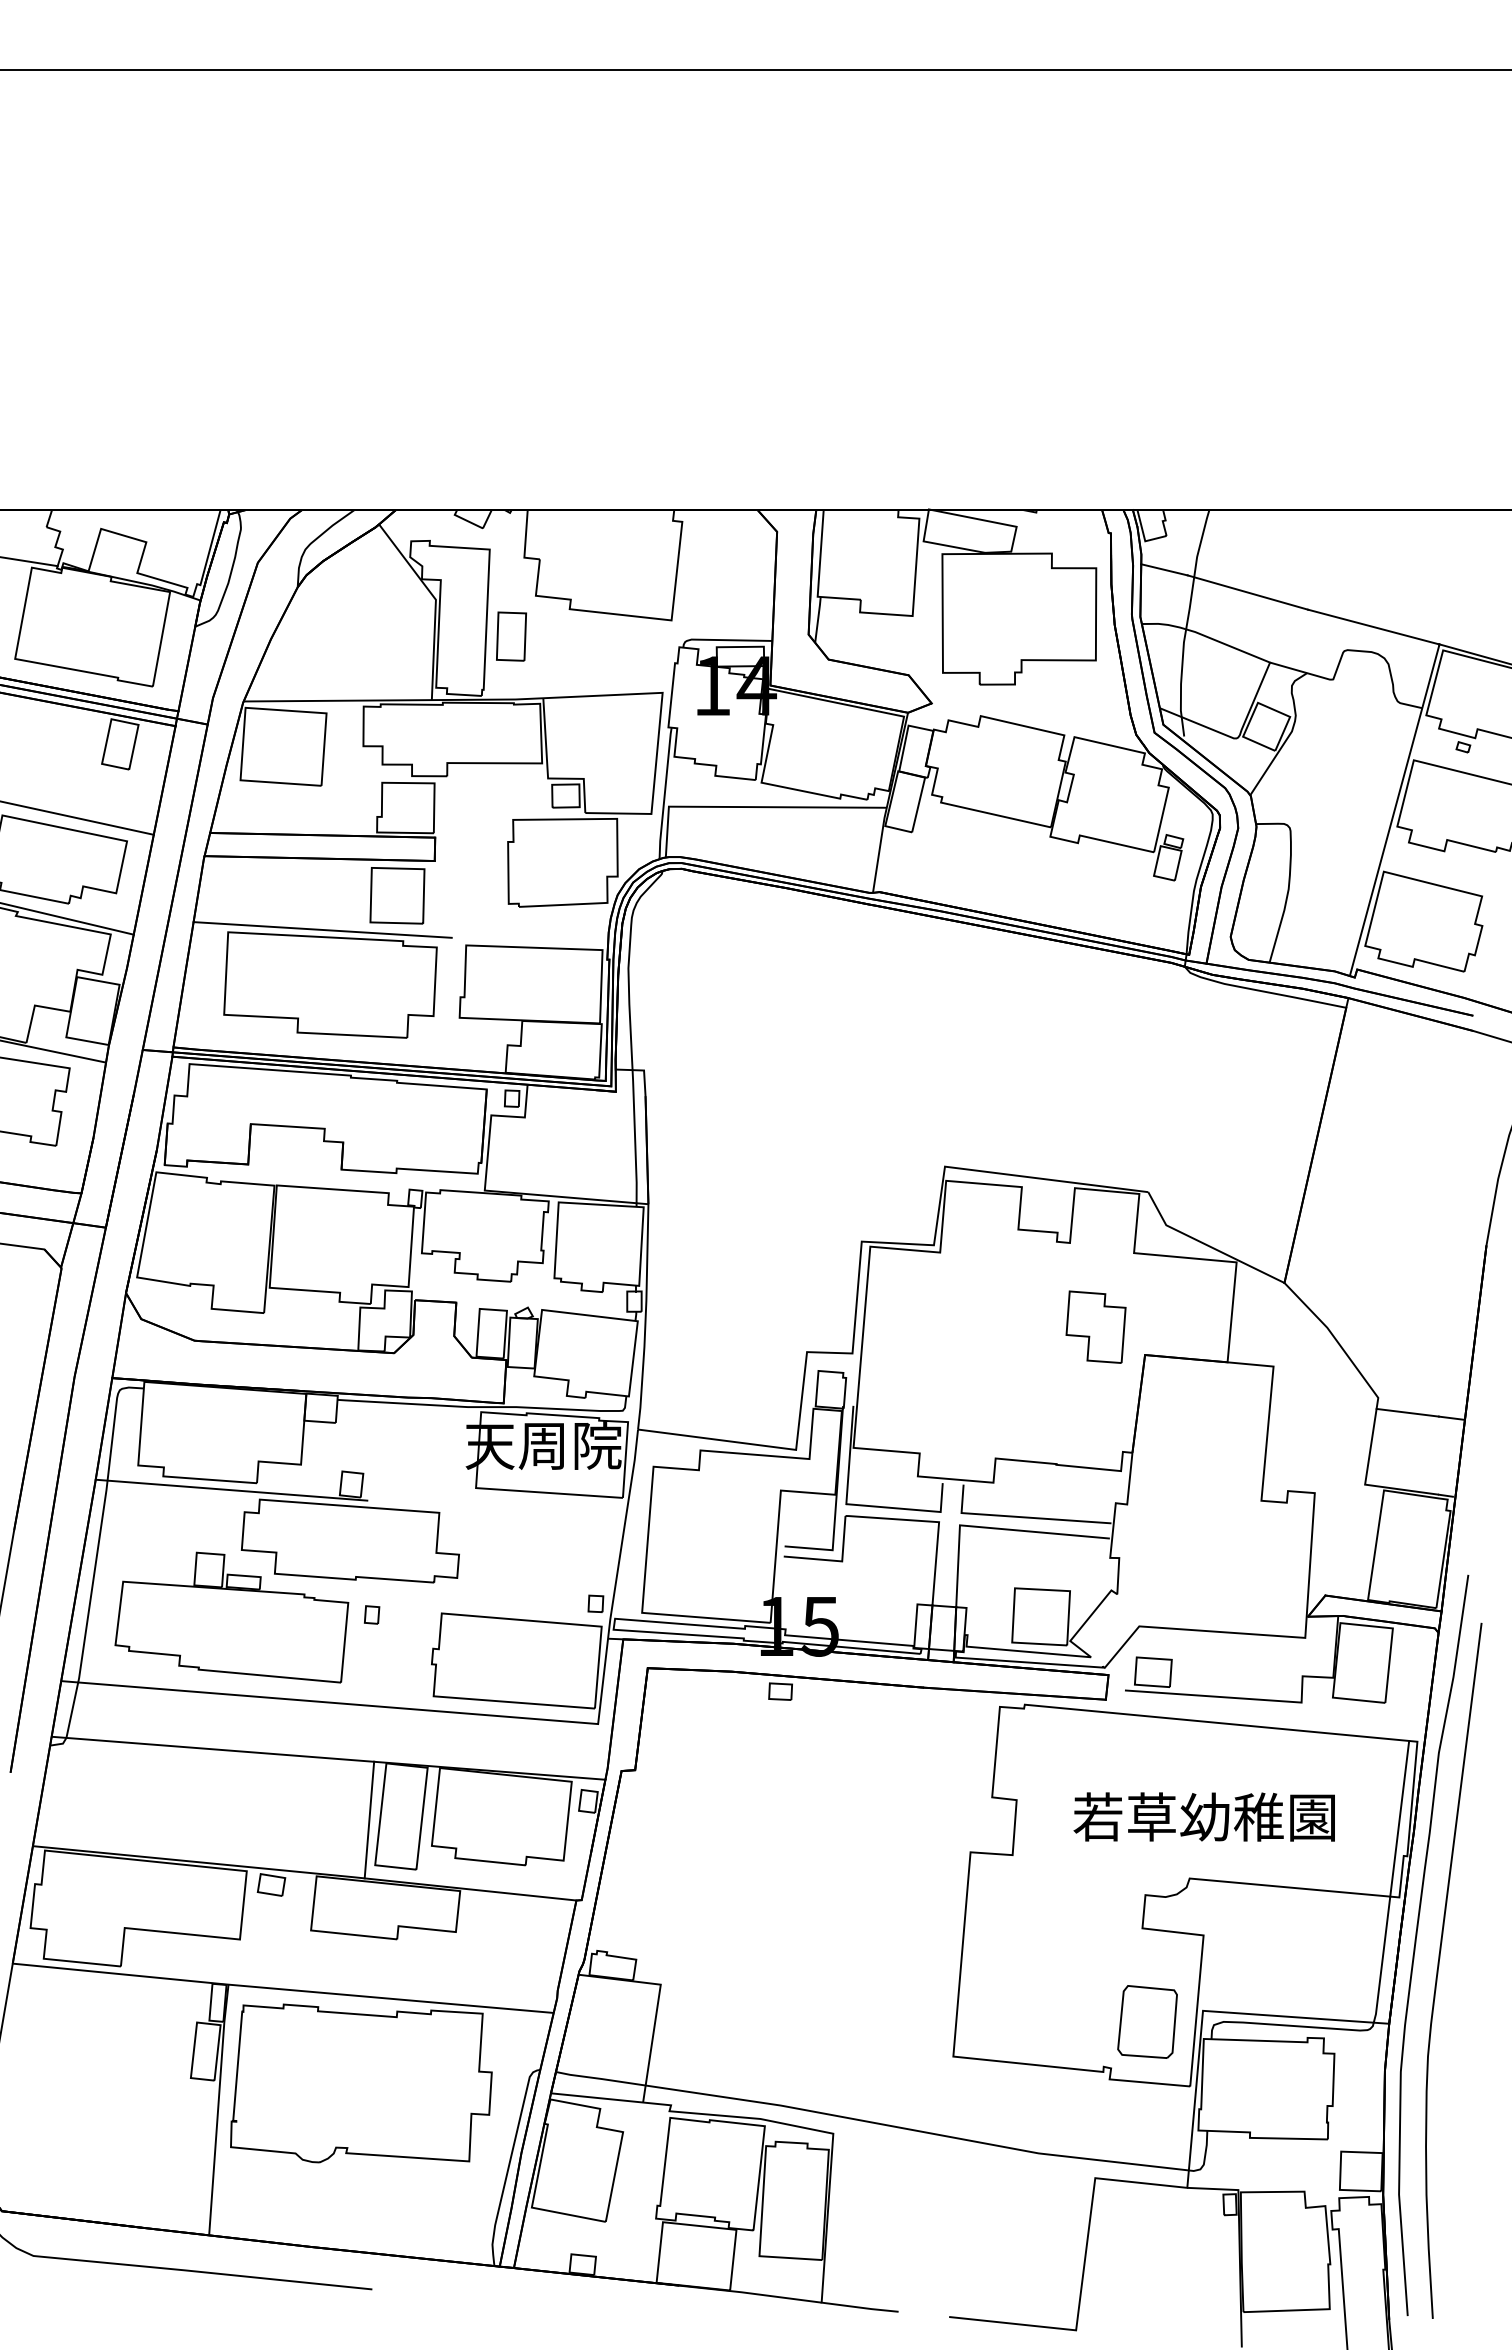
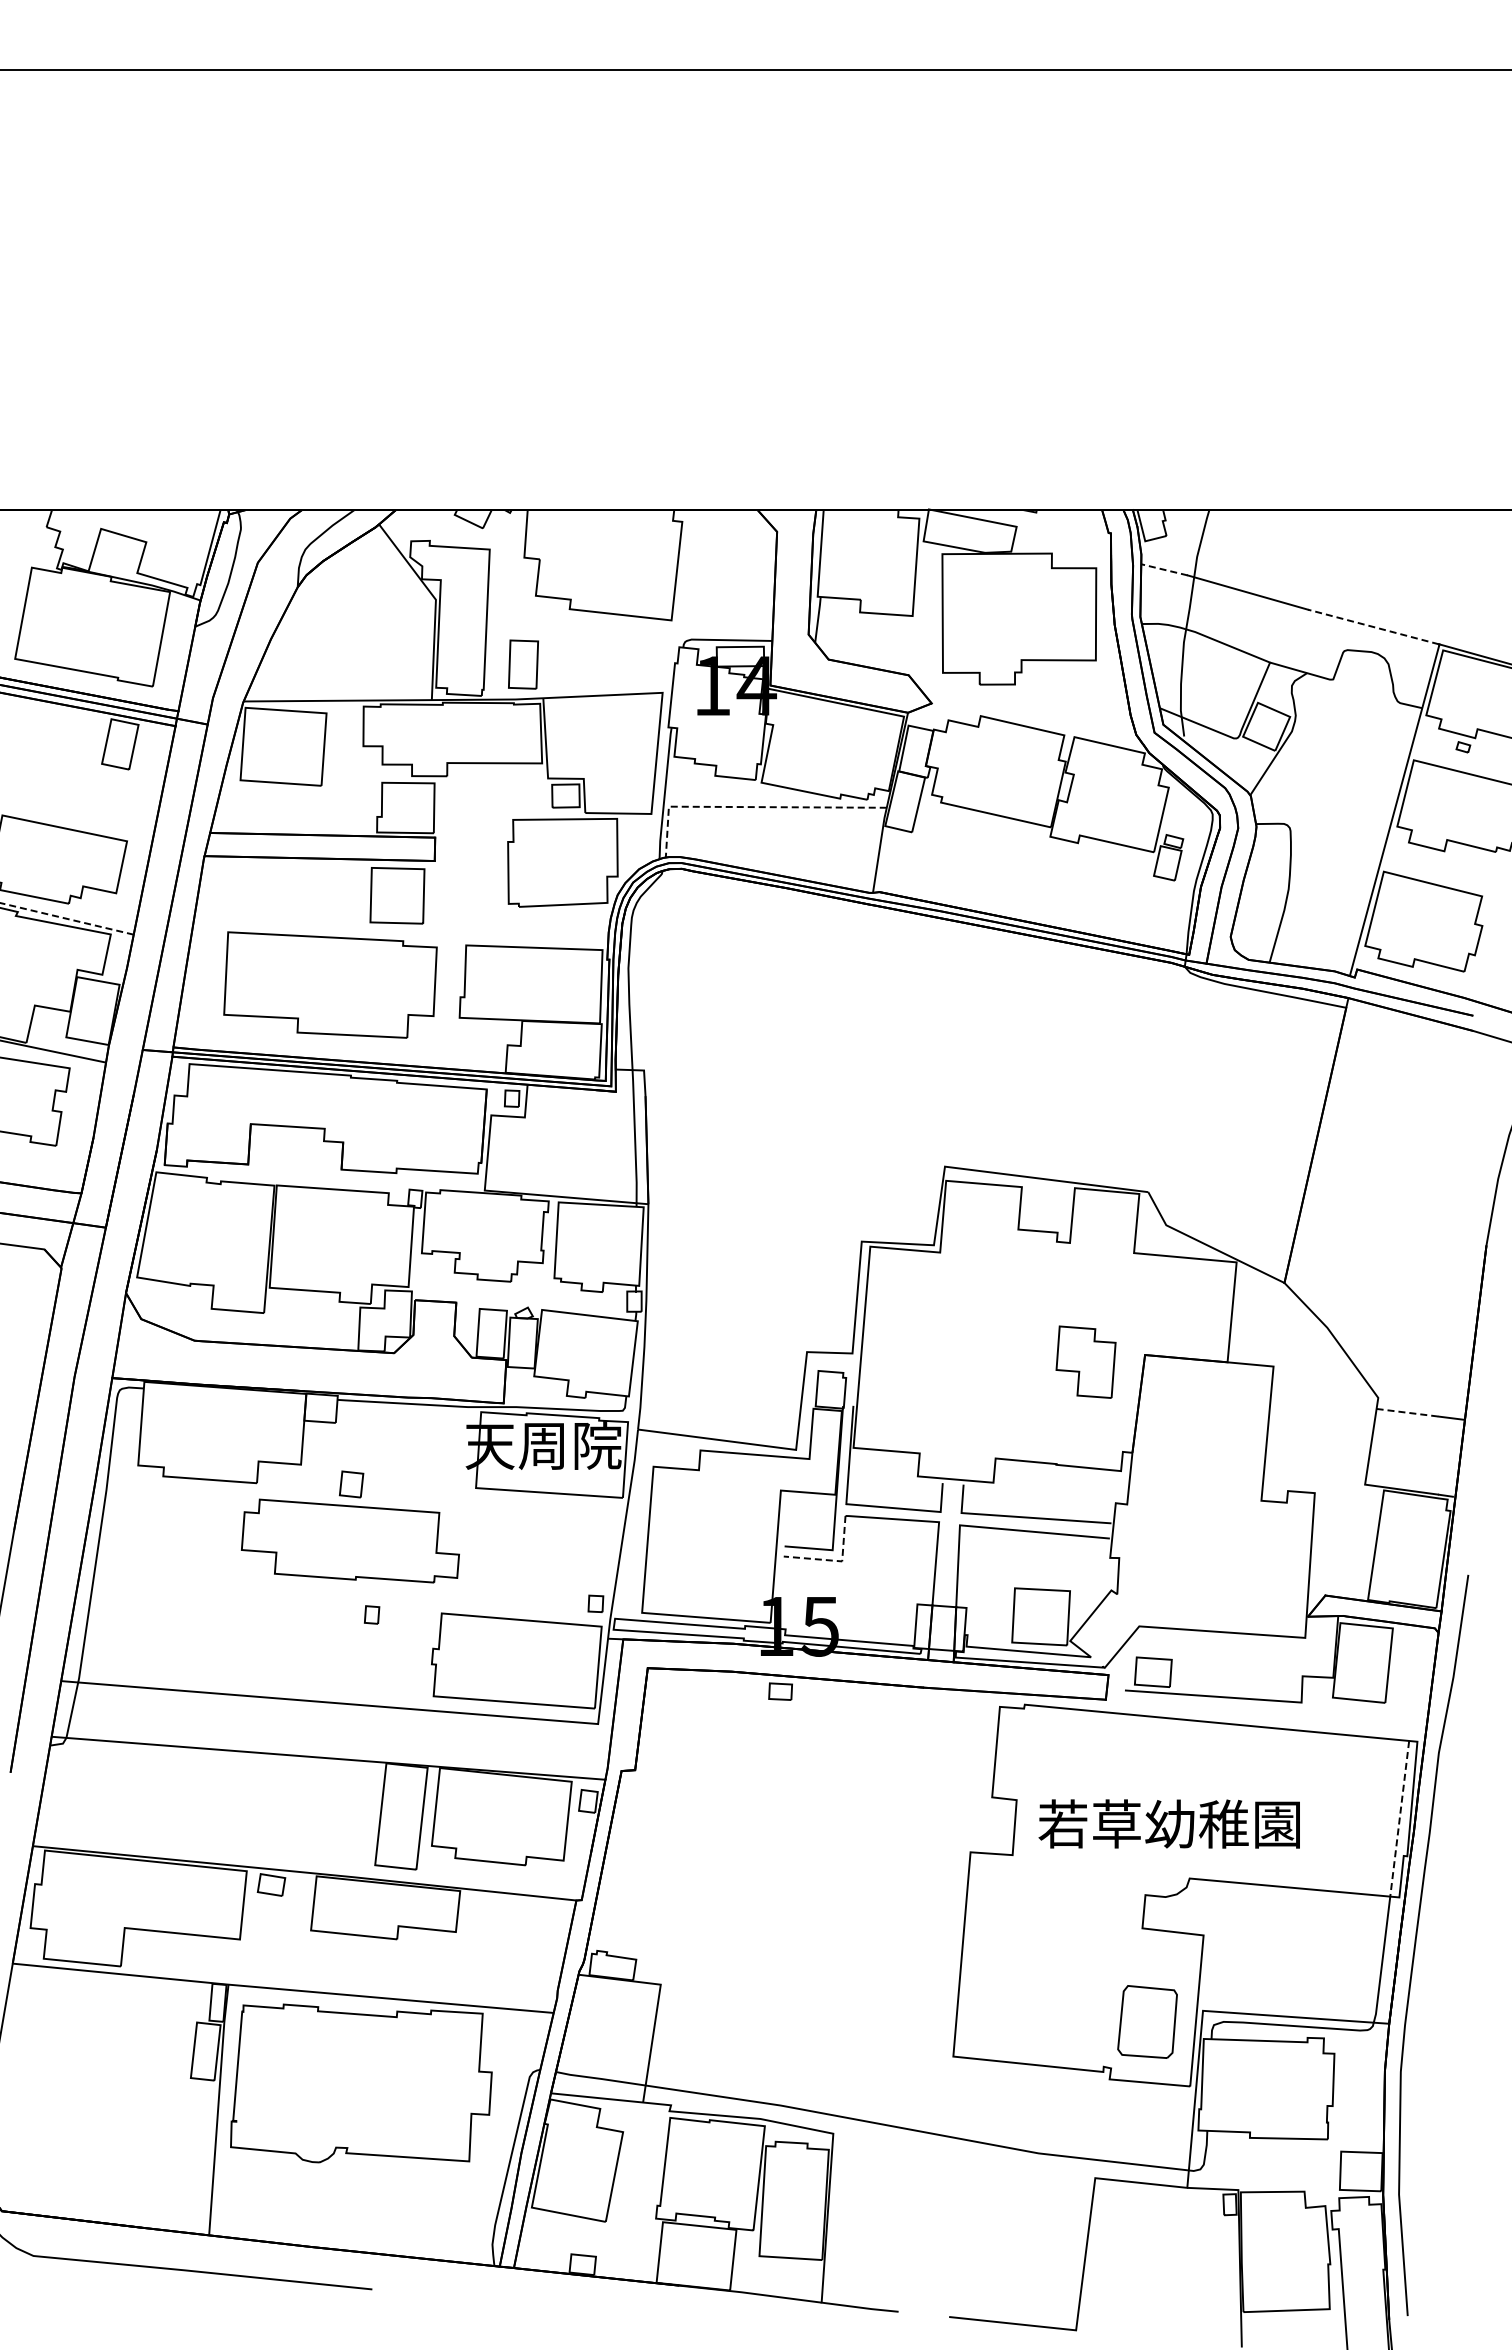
line at (29, 561): present -> none
line at (1164, 569): solid -> dashed
line at (1373, 627): solid -> dashed
part at (511, 636) position: (511, 636) -> (523, 664)
line at (751, 807): solid -> dashed
line at (77, 817): present -> none
line at (66, 918): solid -> dashed
line at (322, 929): present -> none
part at (1095, 1326) position: (1095, 1326) -> (1085, 1361)
line at (1408, 1412): solid -> dashed
line at (231, 1489): present -> none
line at (836, 1560): solid -> dashed
part at (231, 1617): present -> none
text at (1203, 1816) position: (1203, 1816) -> (1168, 1823)
line at (369, 1819): present -> none
line at (1399, 1819): solid -> dashed
curve at (1439, 1966): present -> none
